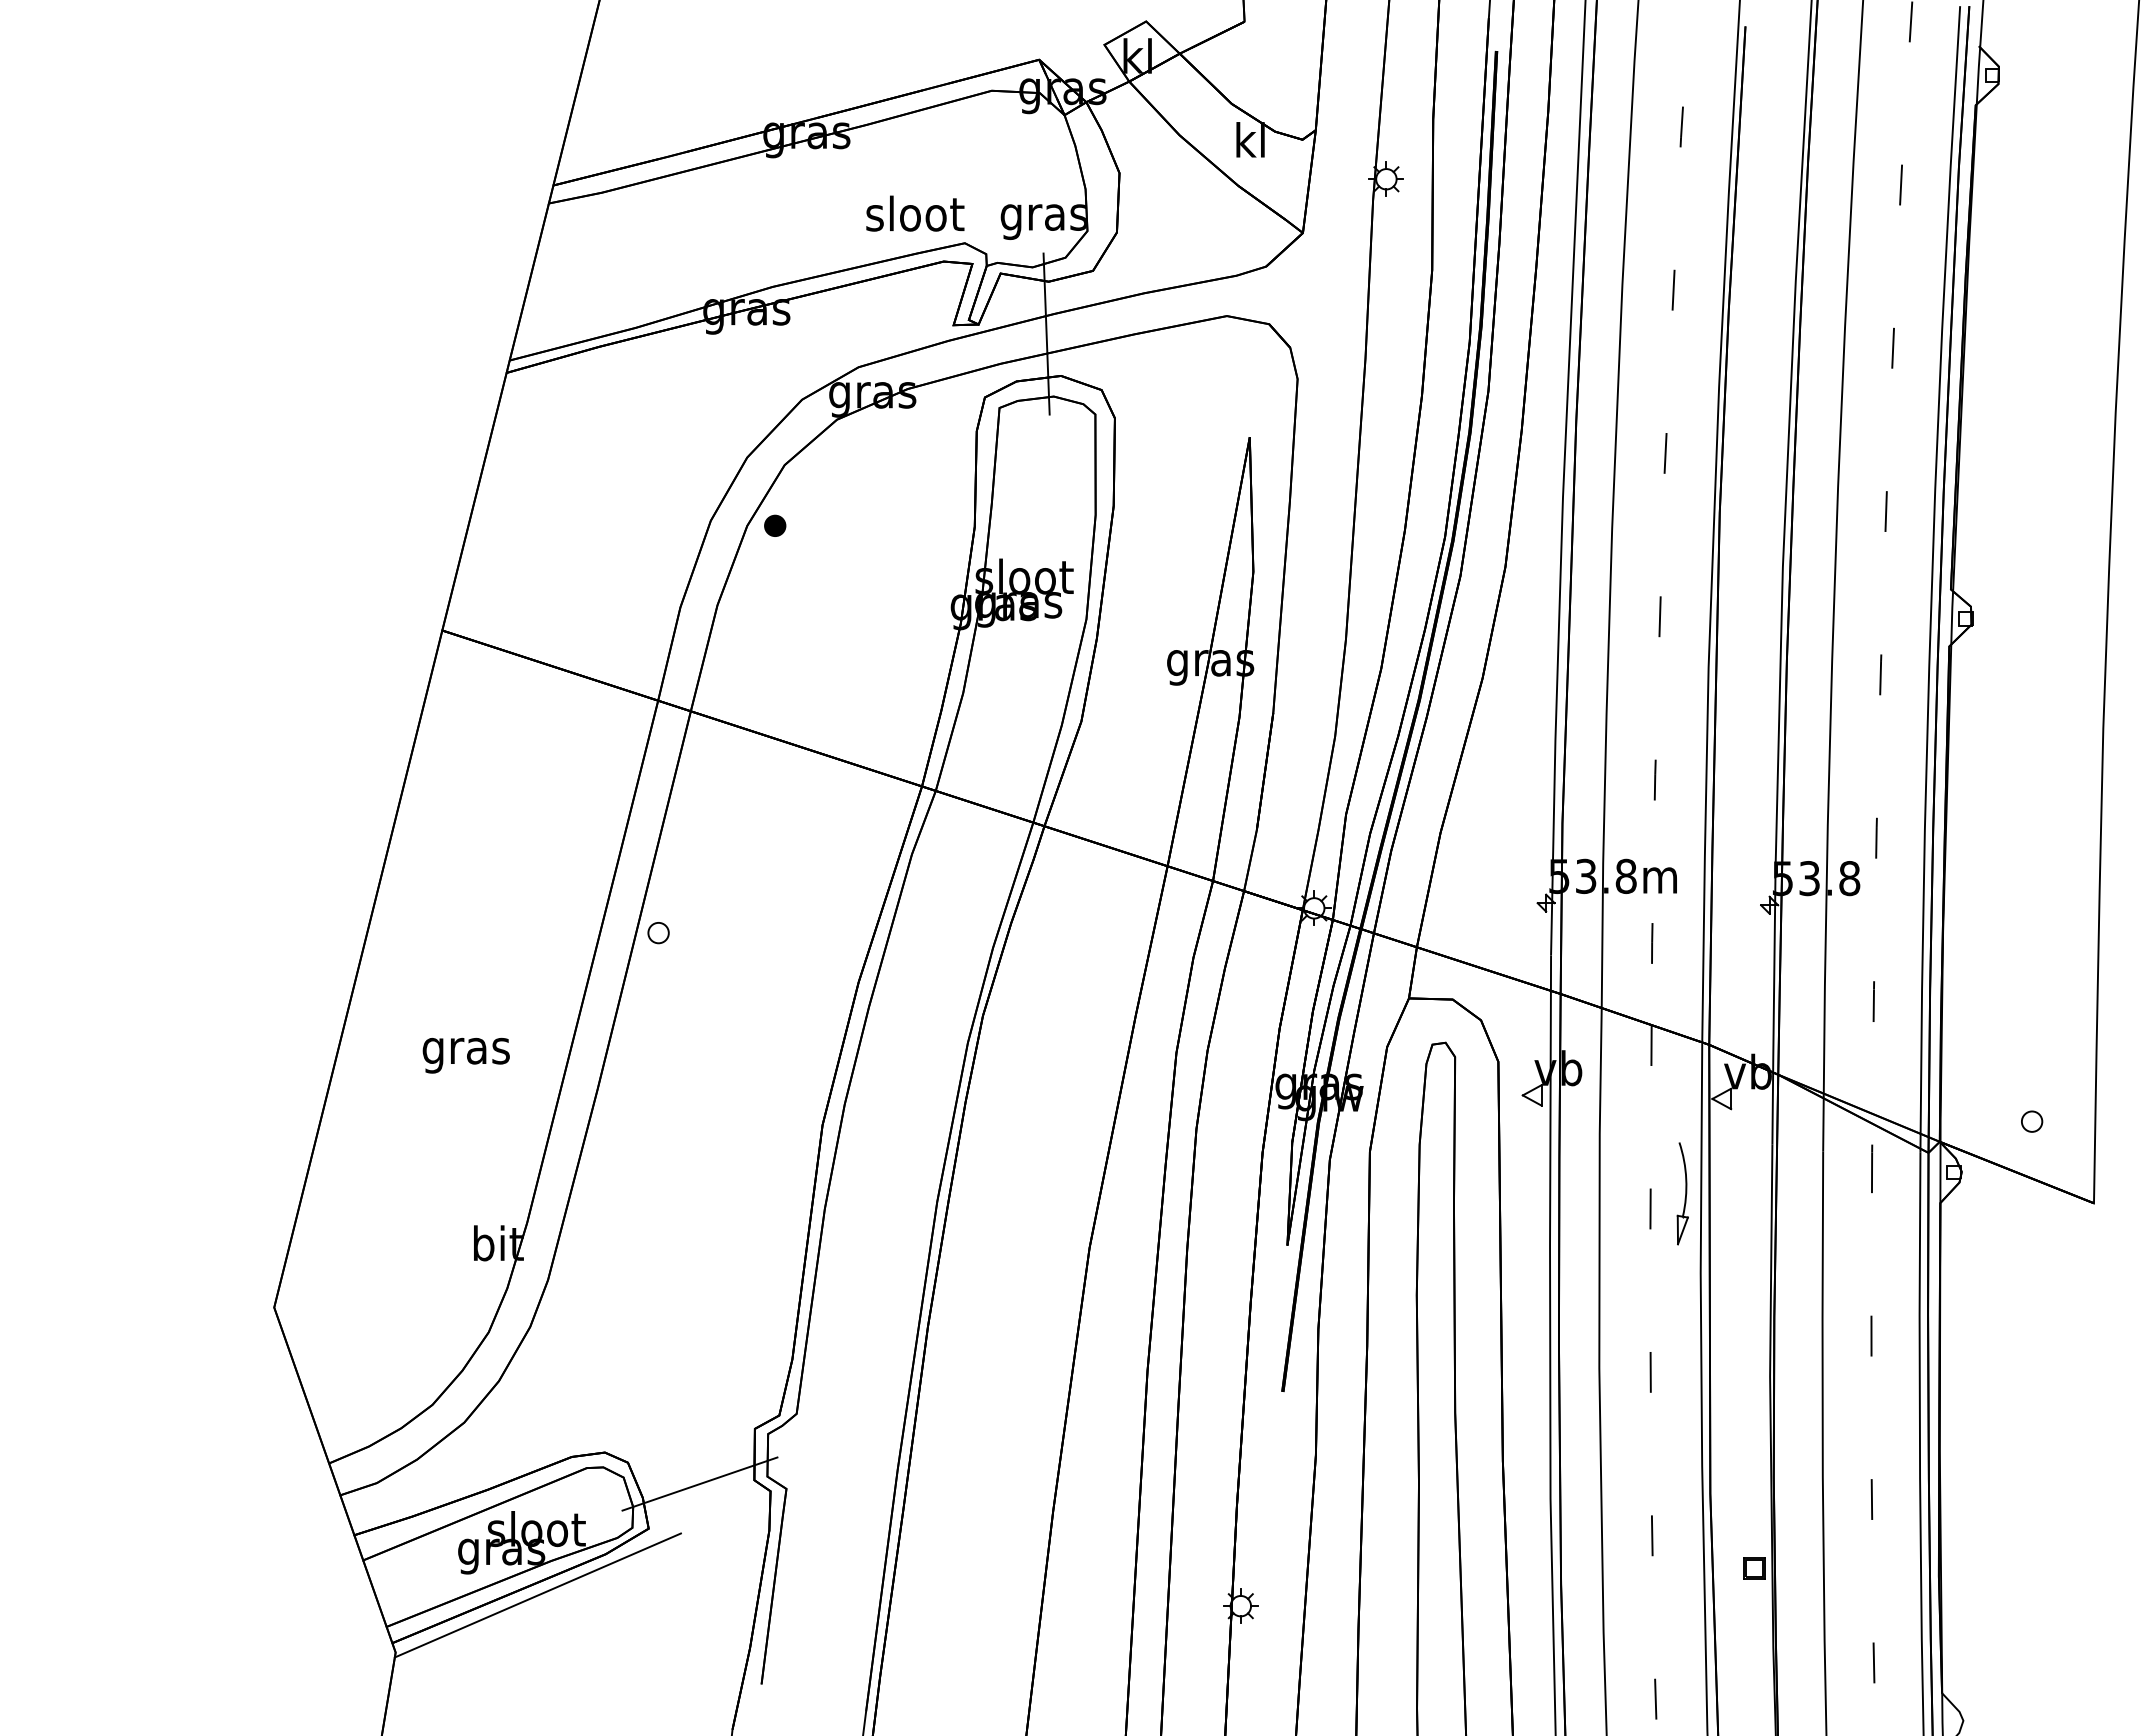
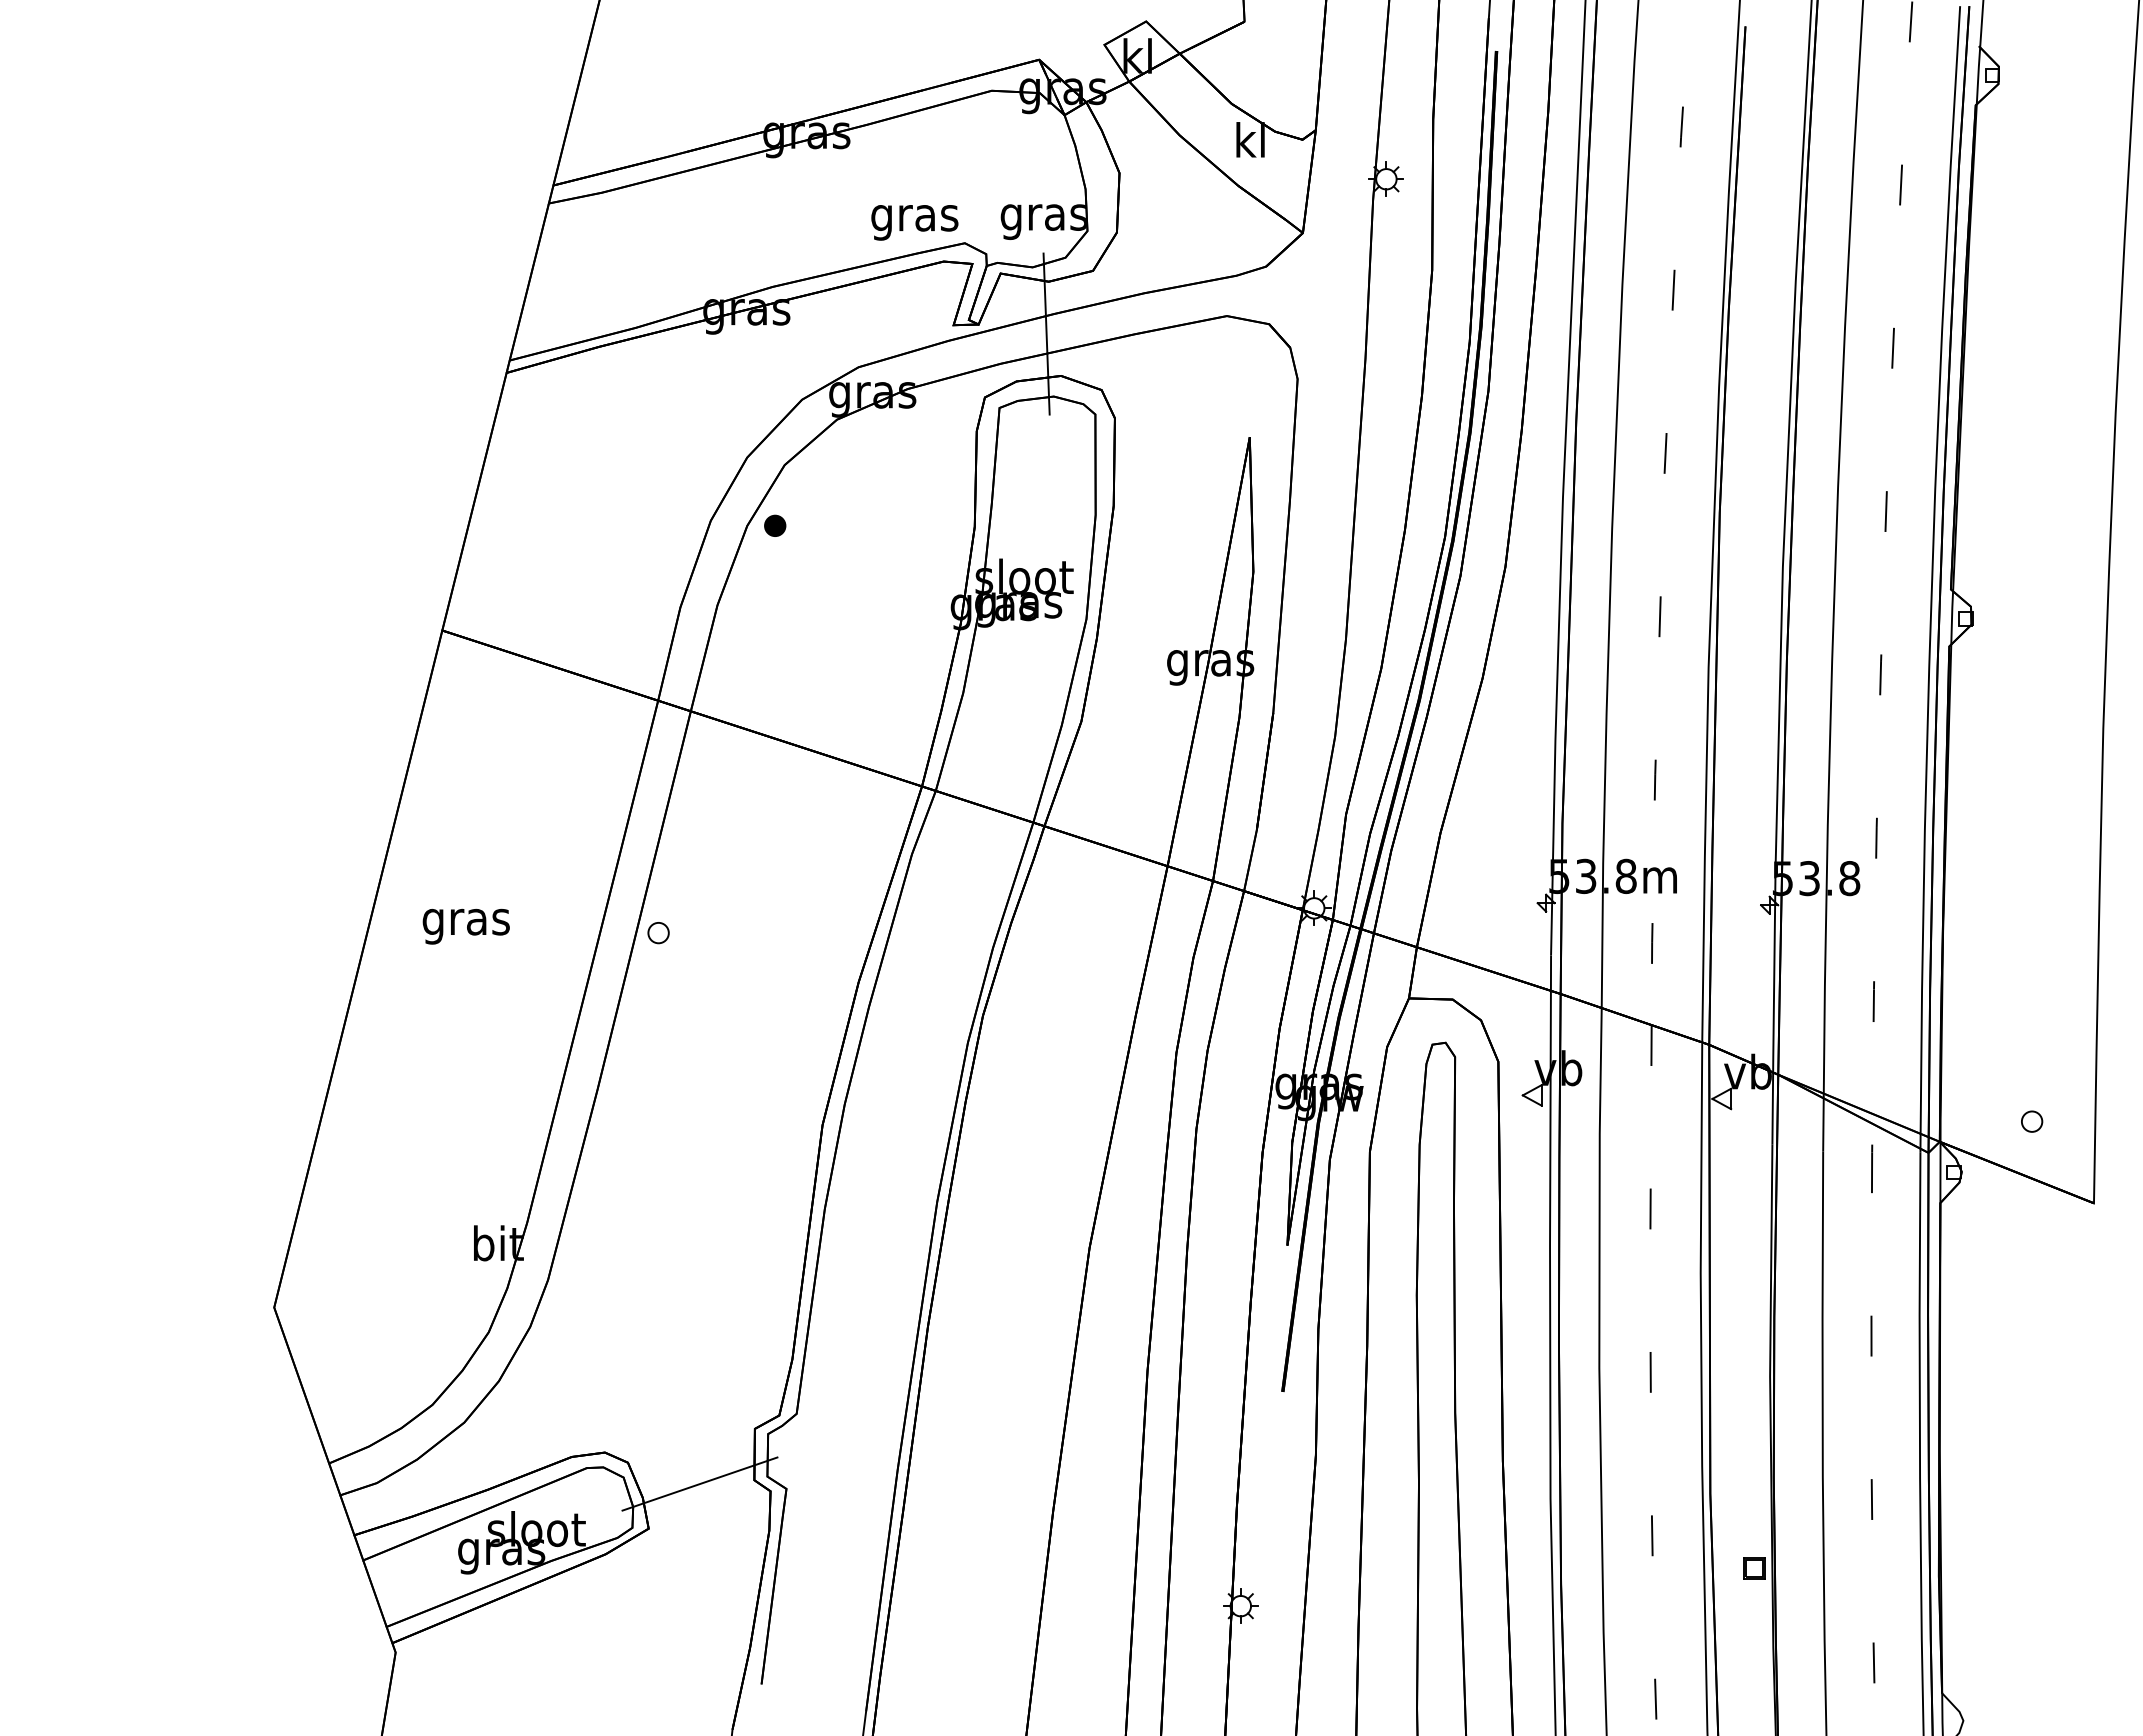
text at (915, 217): sloot -> gras
text at (465, 1055) position: (465, 1055) -> (465, 926)
part at (1682, 1193): present -> none
line at (537, 1595): present -> none
